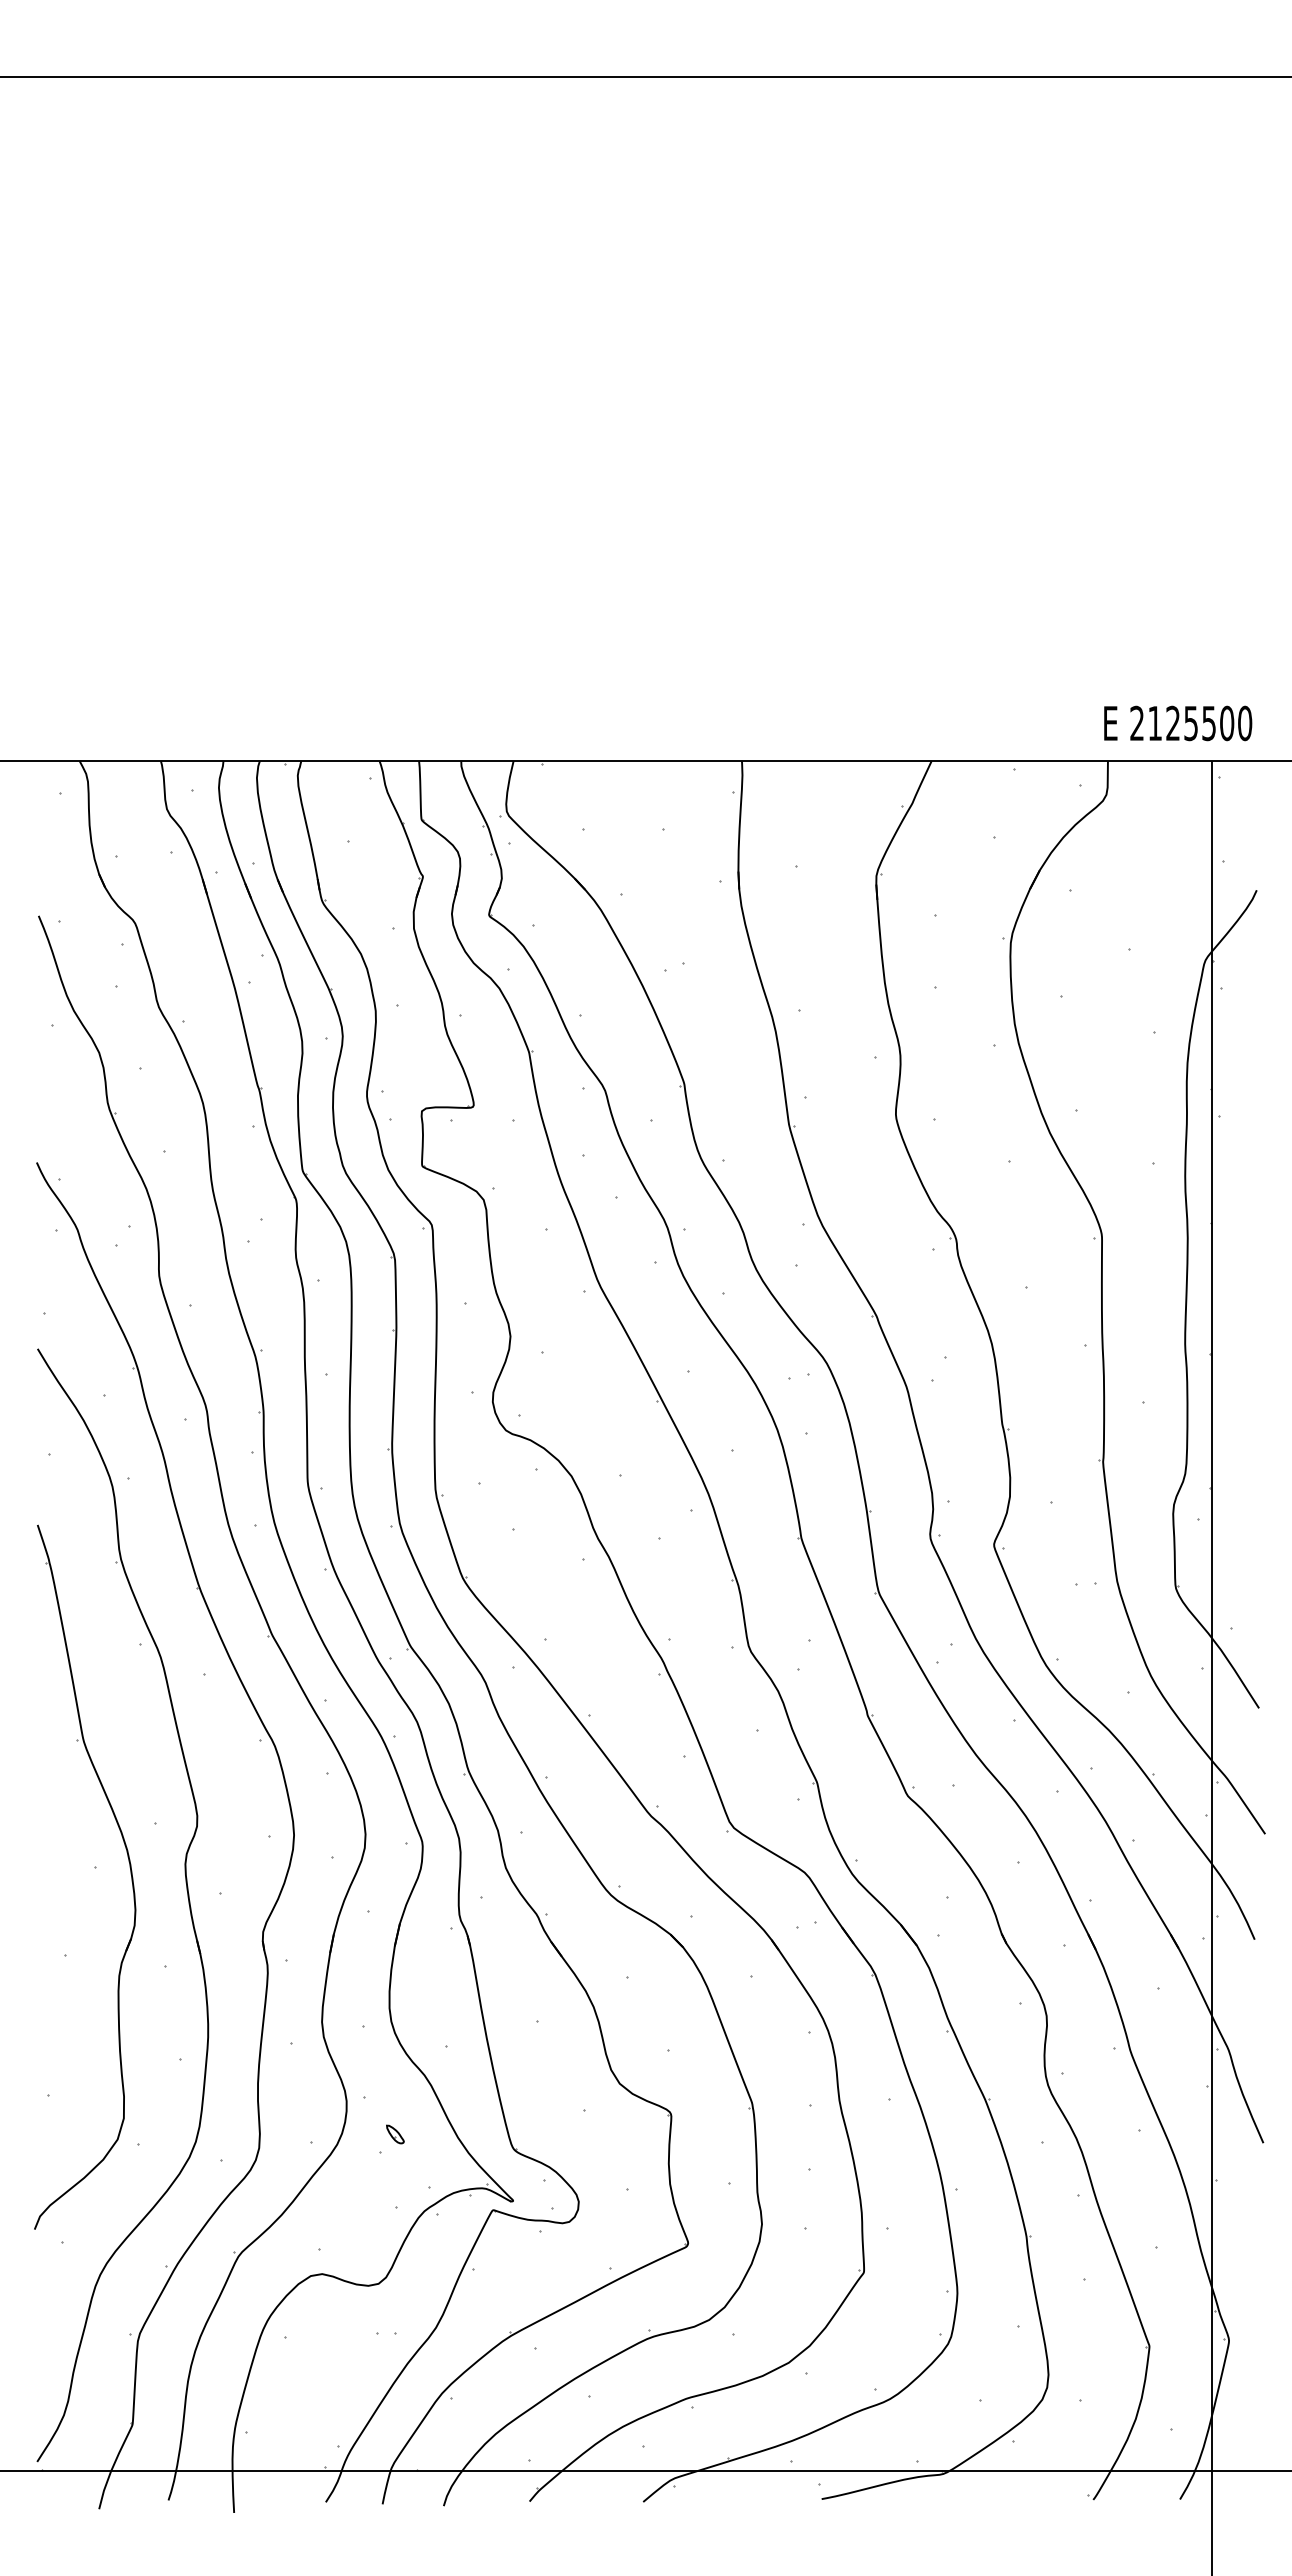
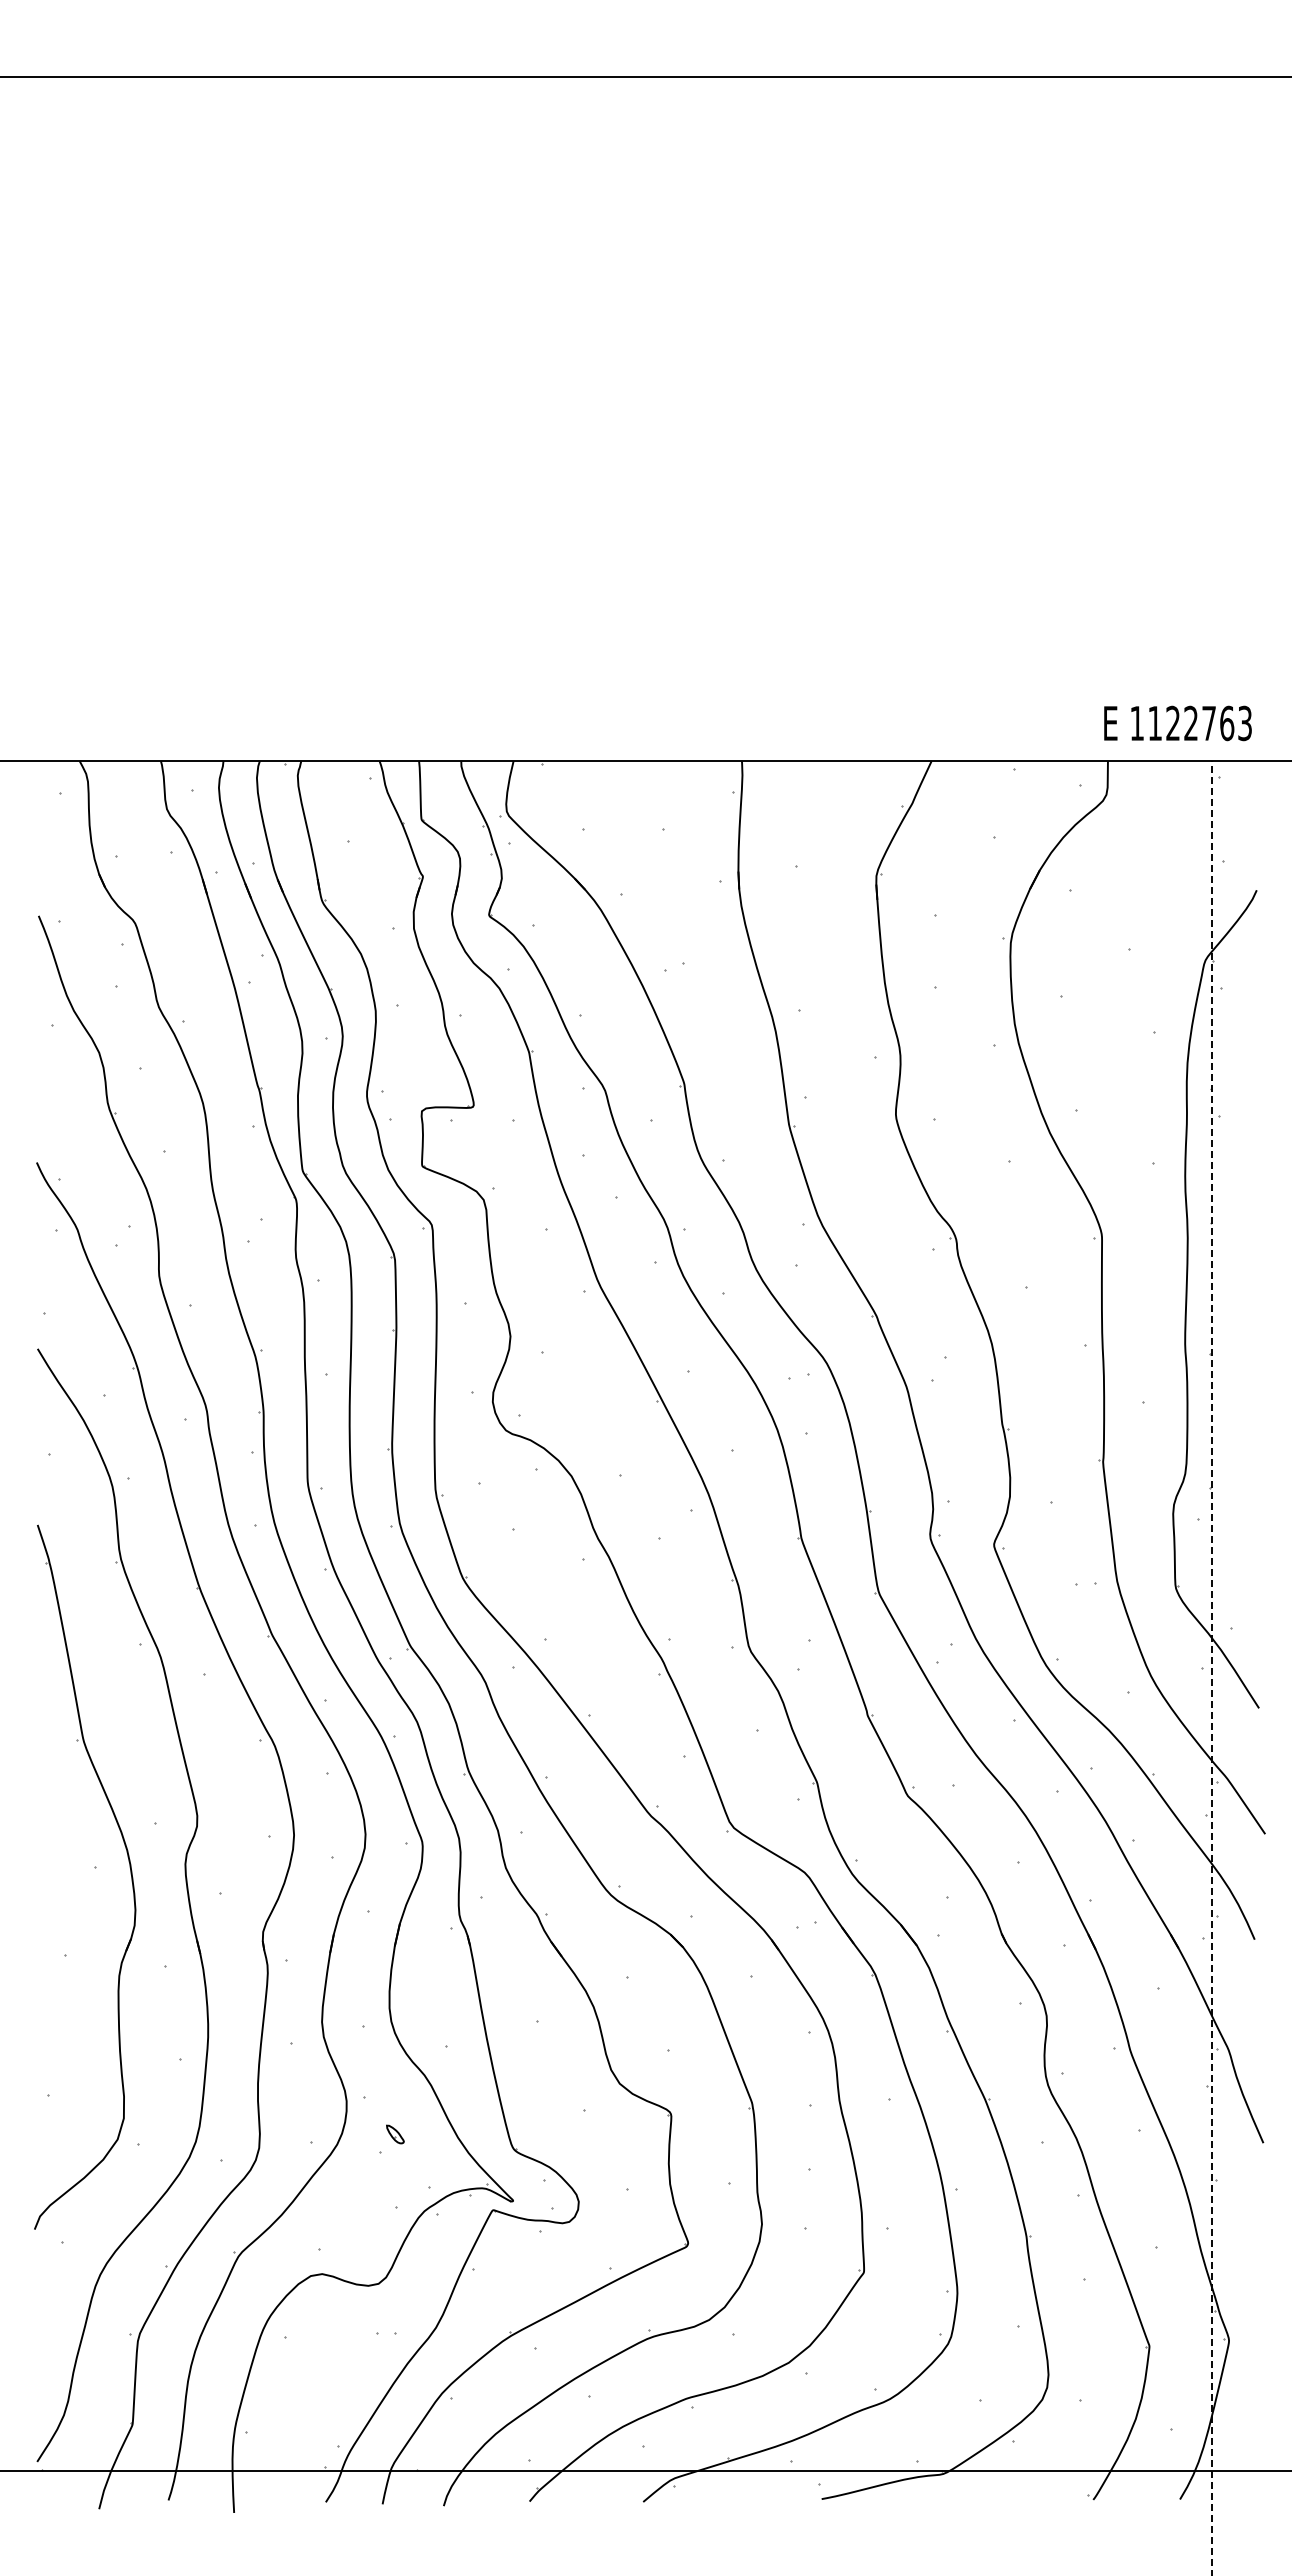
text at (1191, 723): 2125500 -> 1122763
line at (1212, 1667): solid -> dashed
